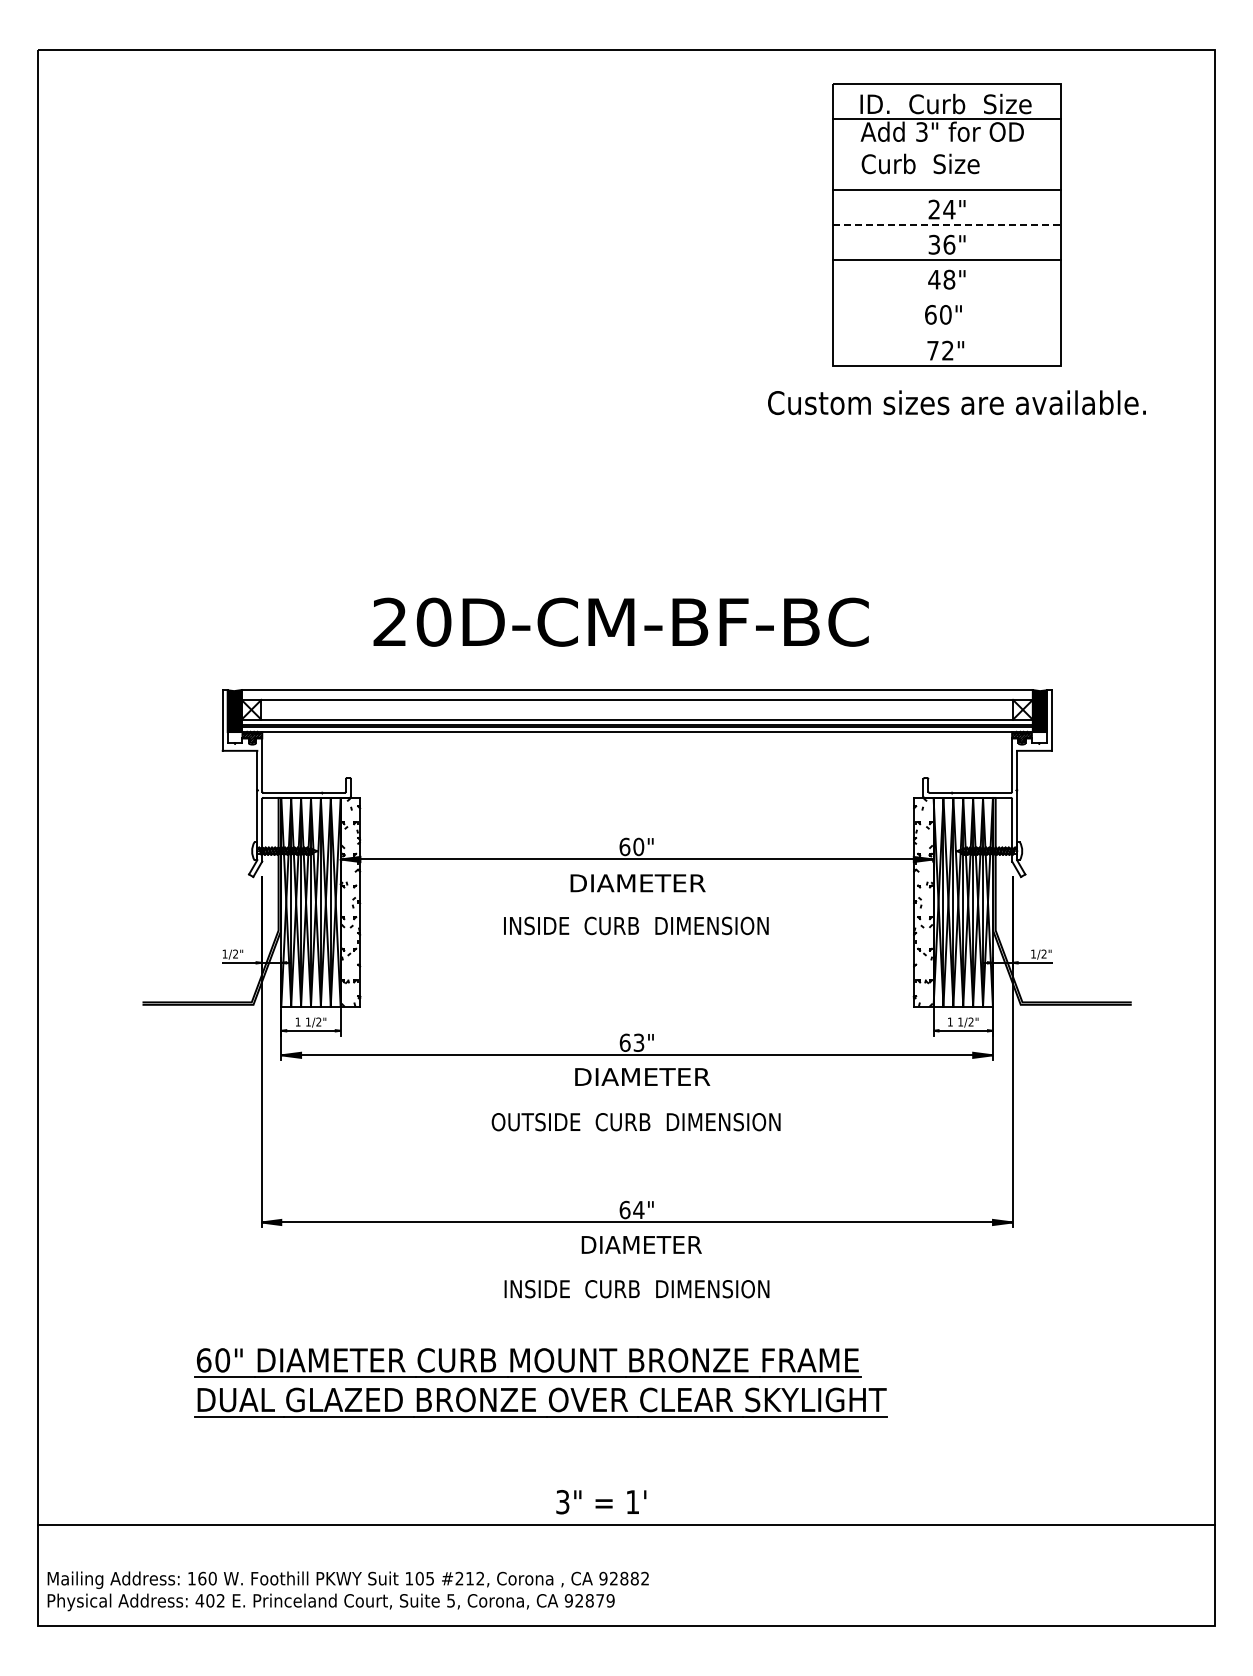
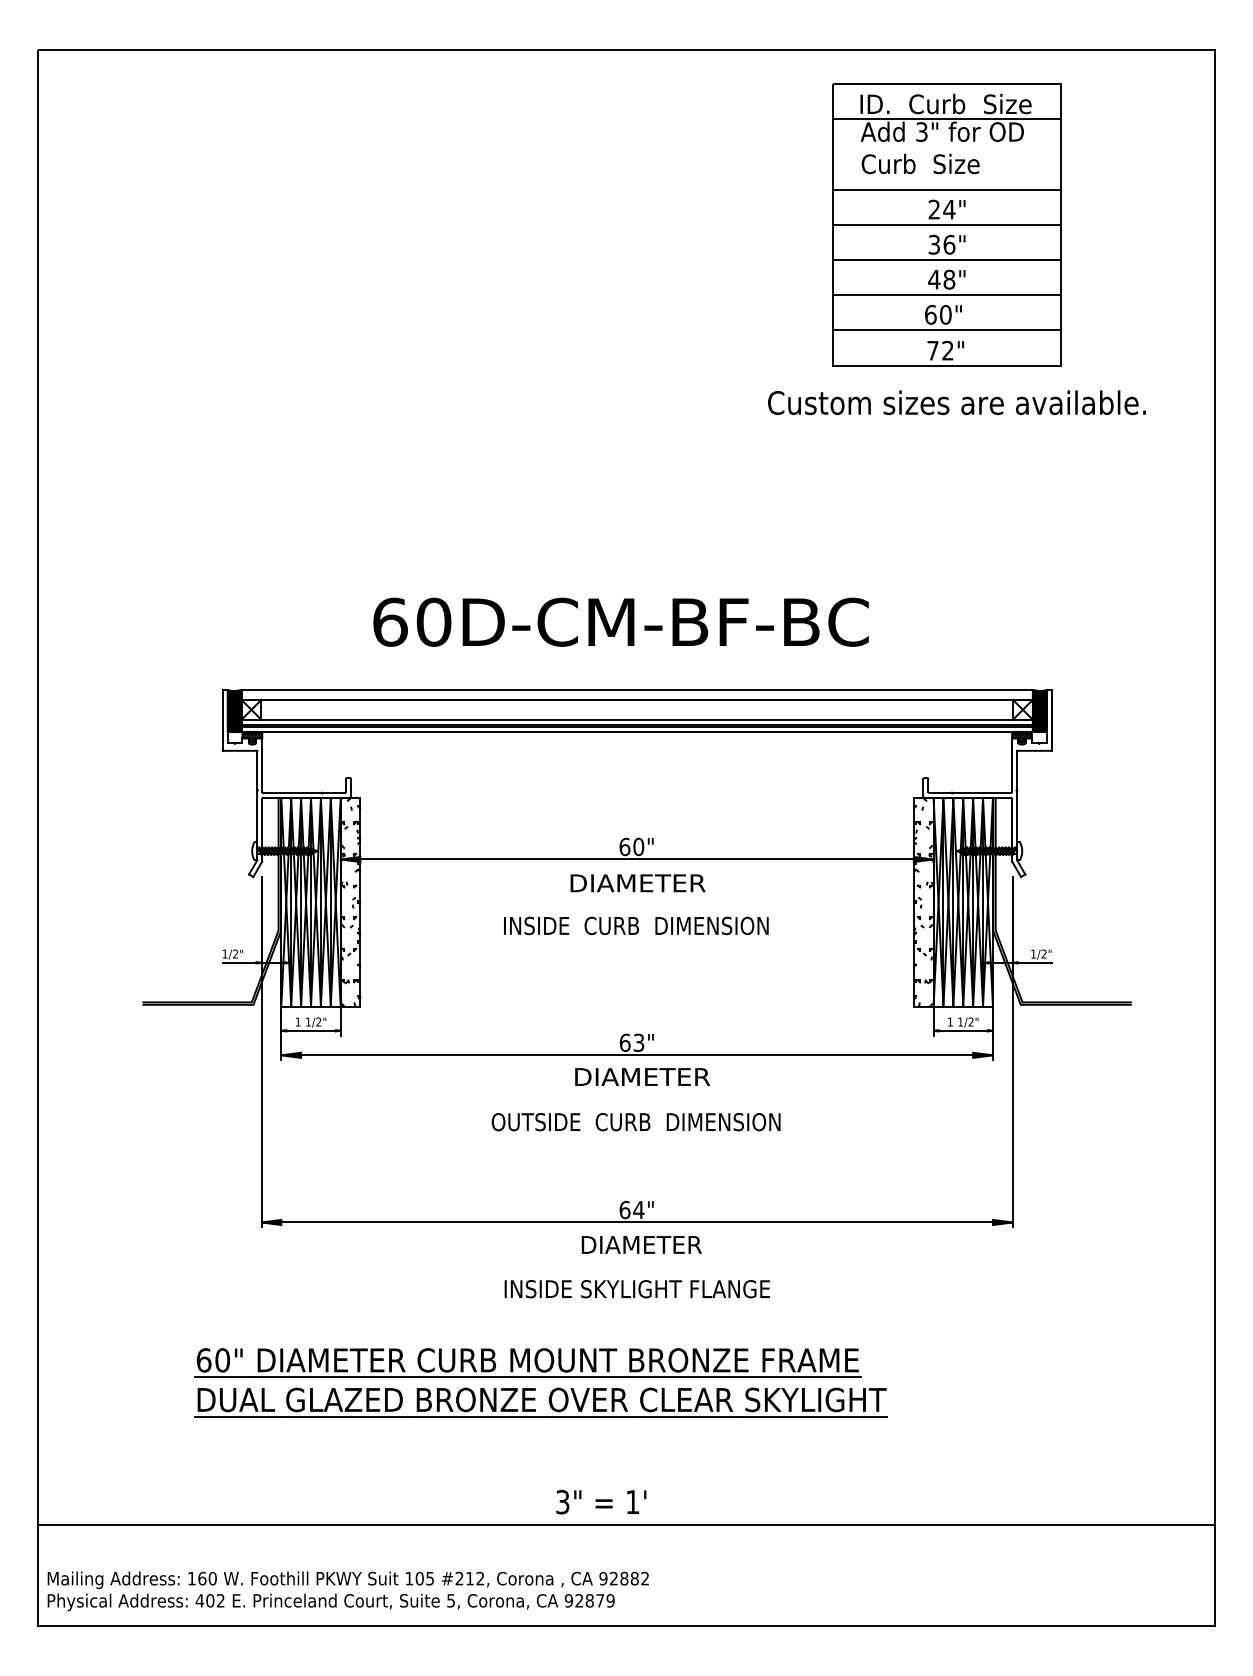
line at (947, 224): dashed -> solid
line at (947, 294): none -> present
line at (947, 329): none -> present
text at (390, 621): 20D-CM-BF-BC -> 60D-CM-BF-BC
text at (637, 1289): INSIDE  CURB  DIMENSION -> INSIDE SKYLIGHT FLANGE
